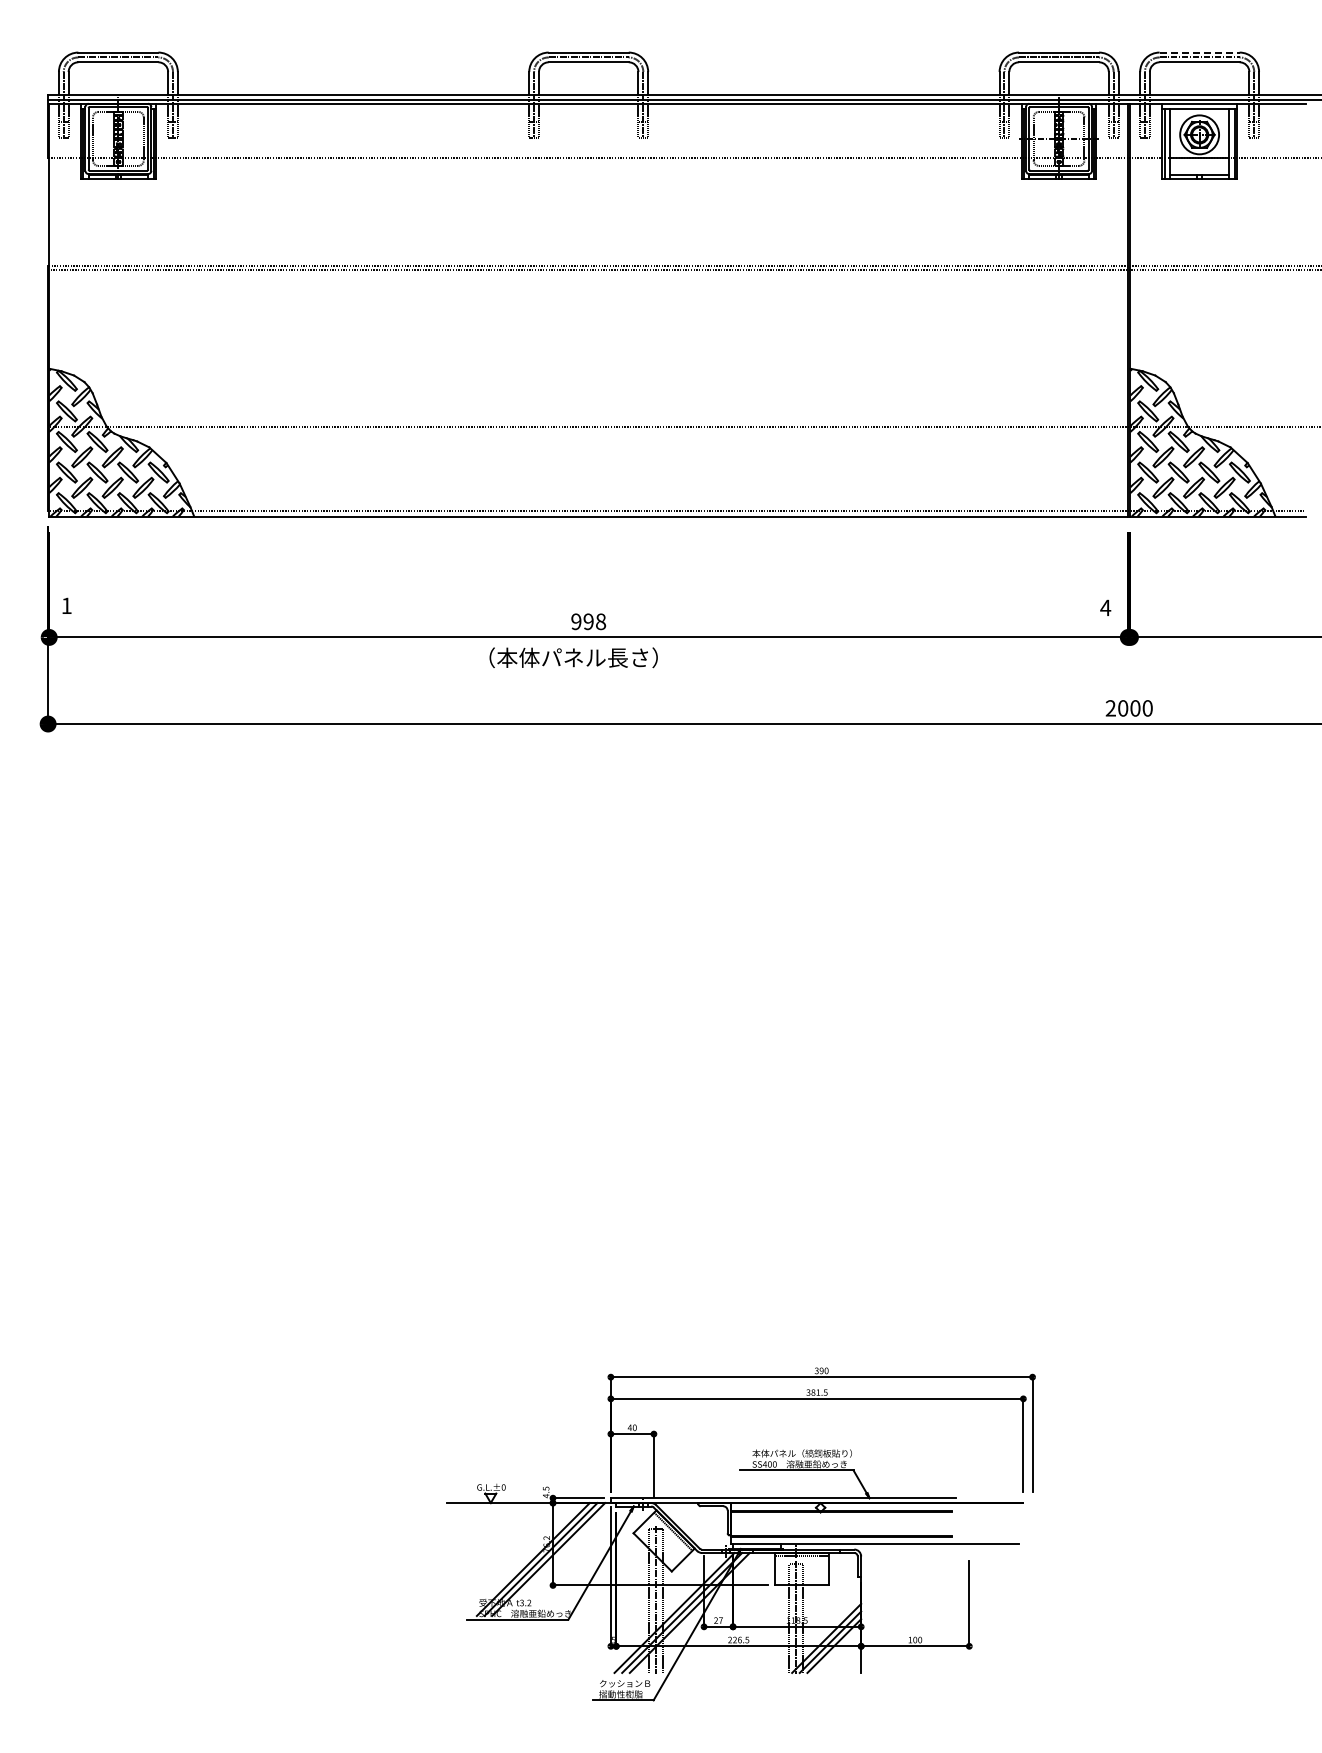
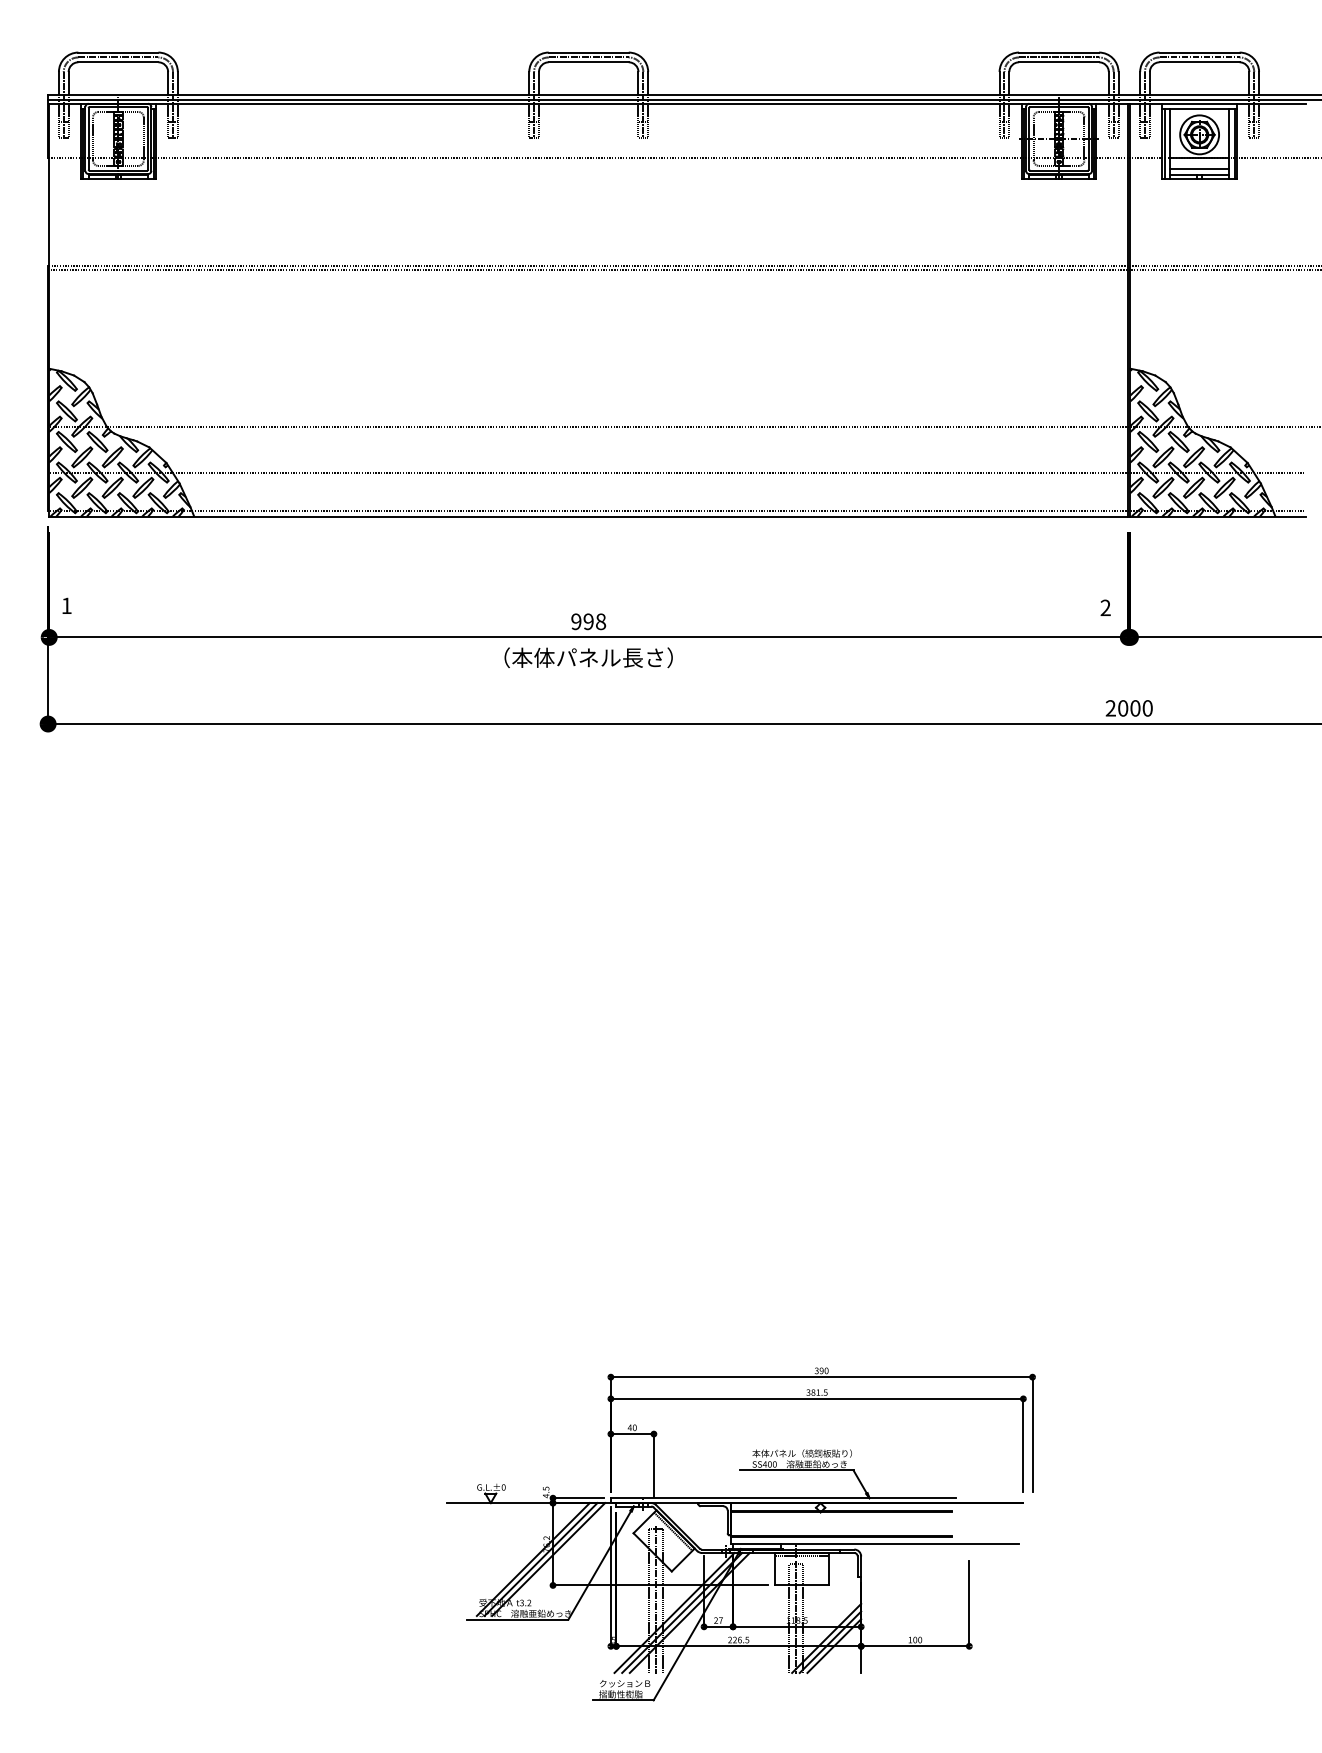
line at (1200, 52): dashed -> solid
line at (1199, 168): none -> present
line at (676, 473): none -> present
text at (1105, 607): 4 -> 2
text at (573, 657) position: (573, 657) -> (588, 657)
